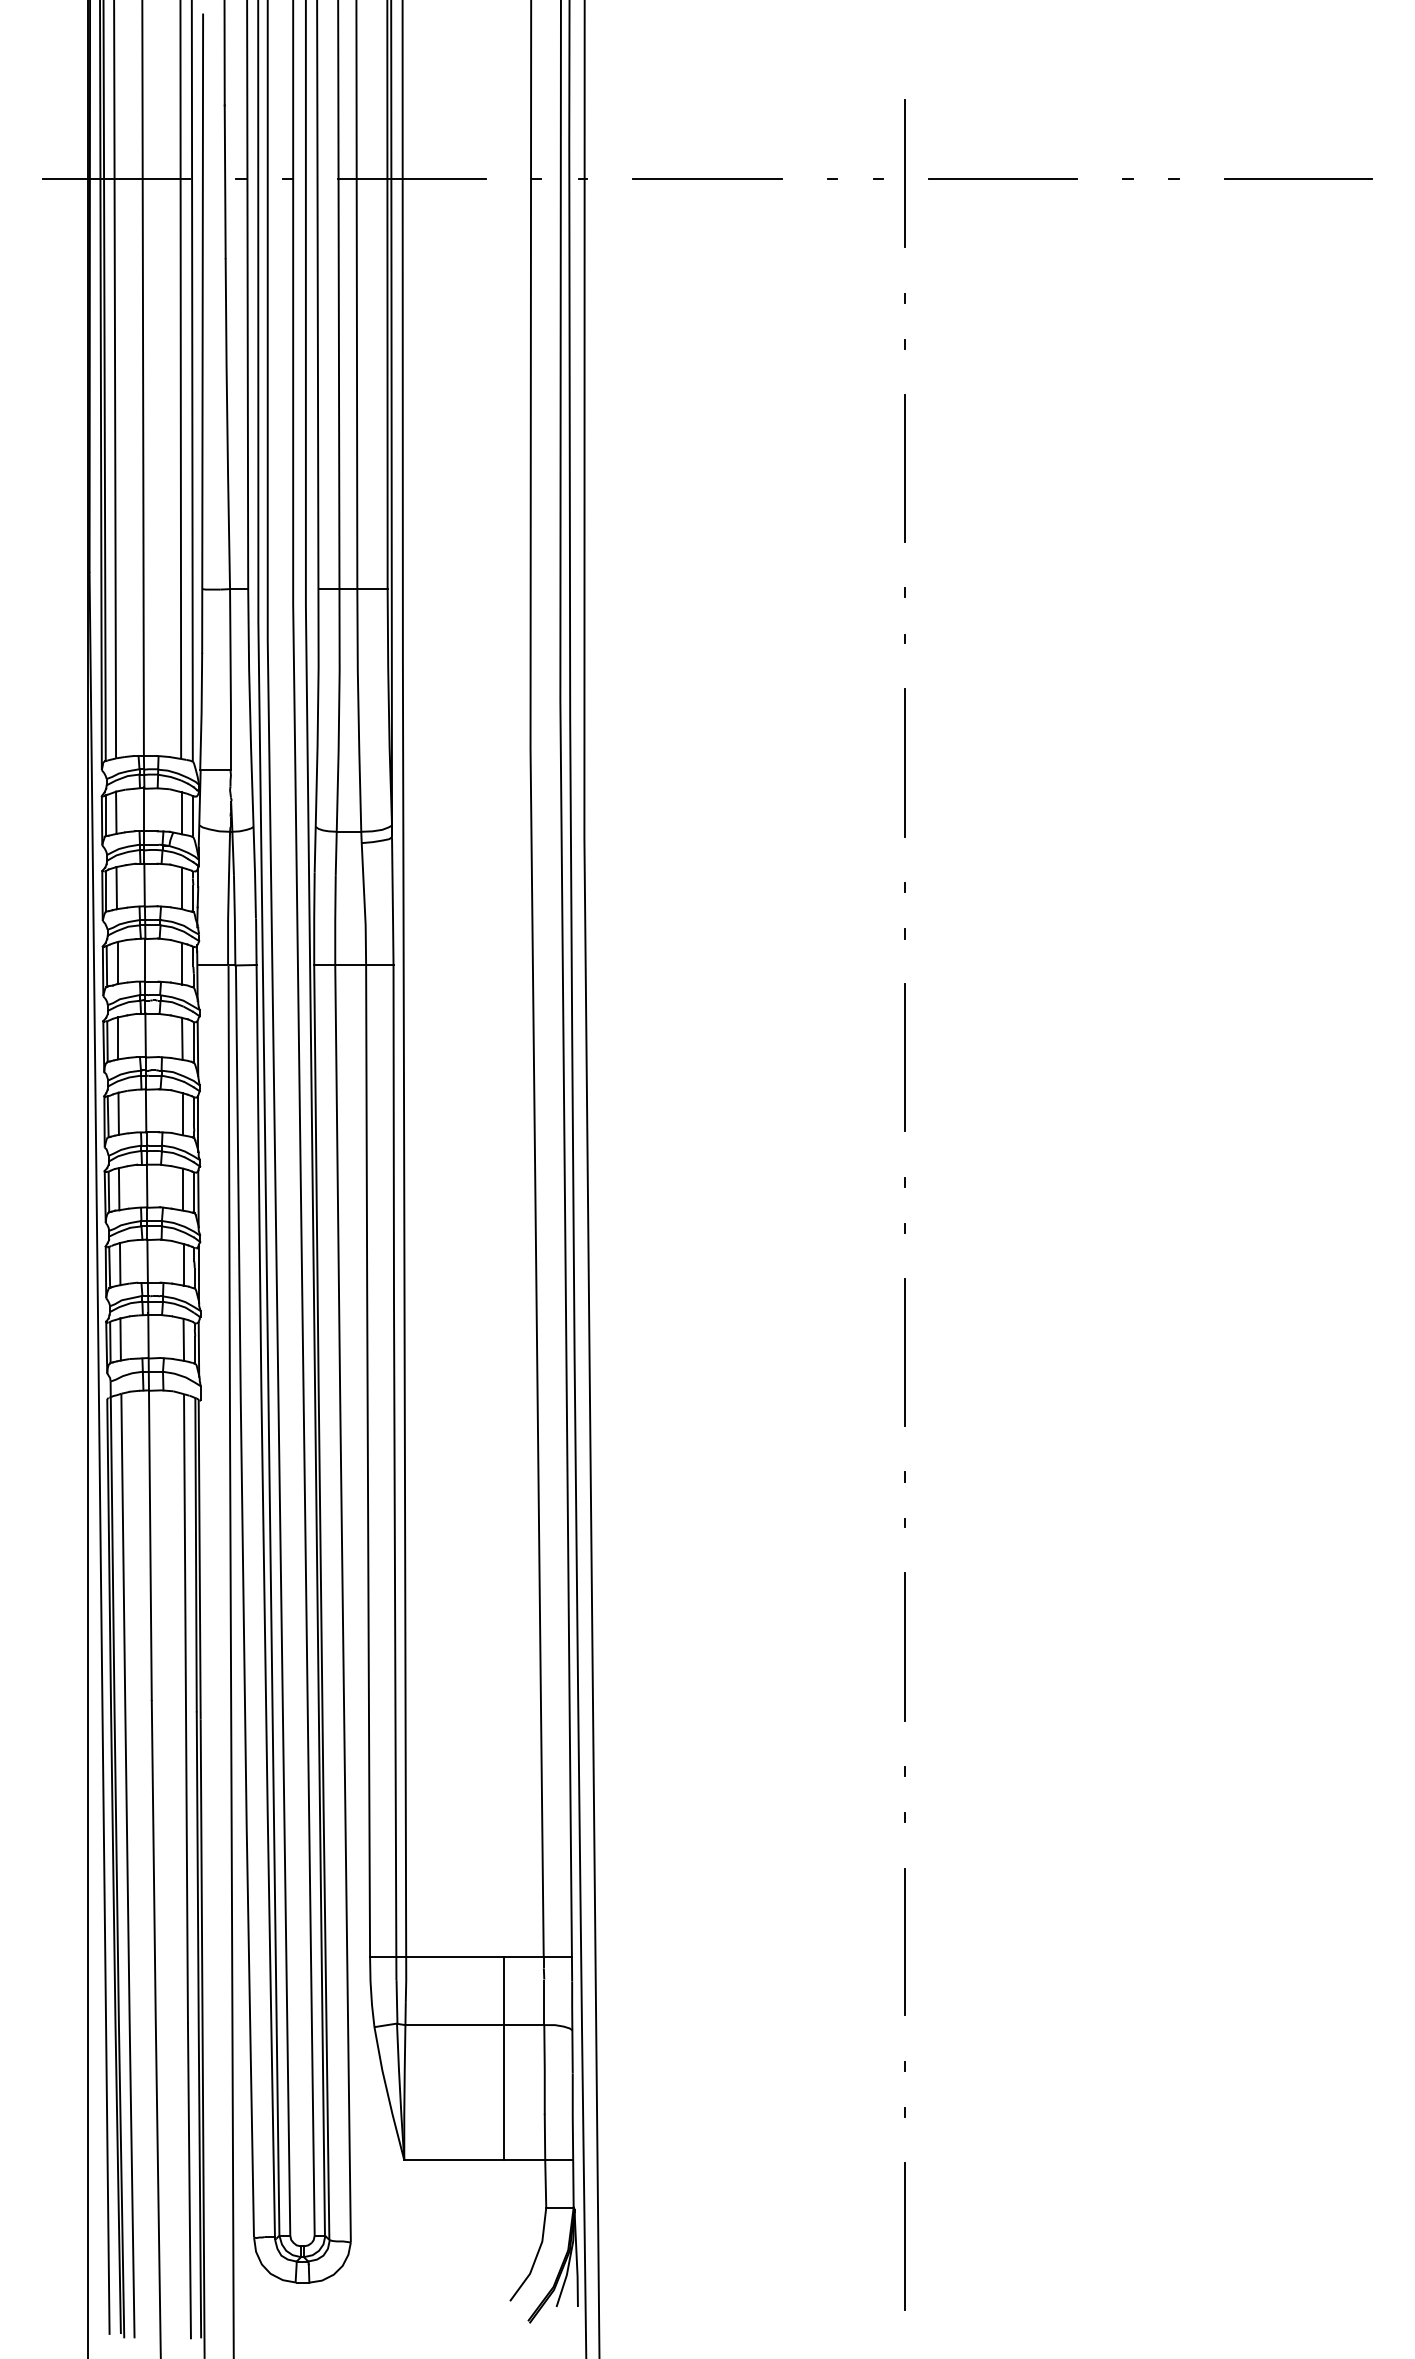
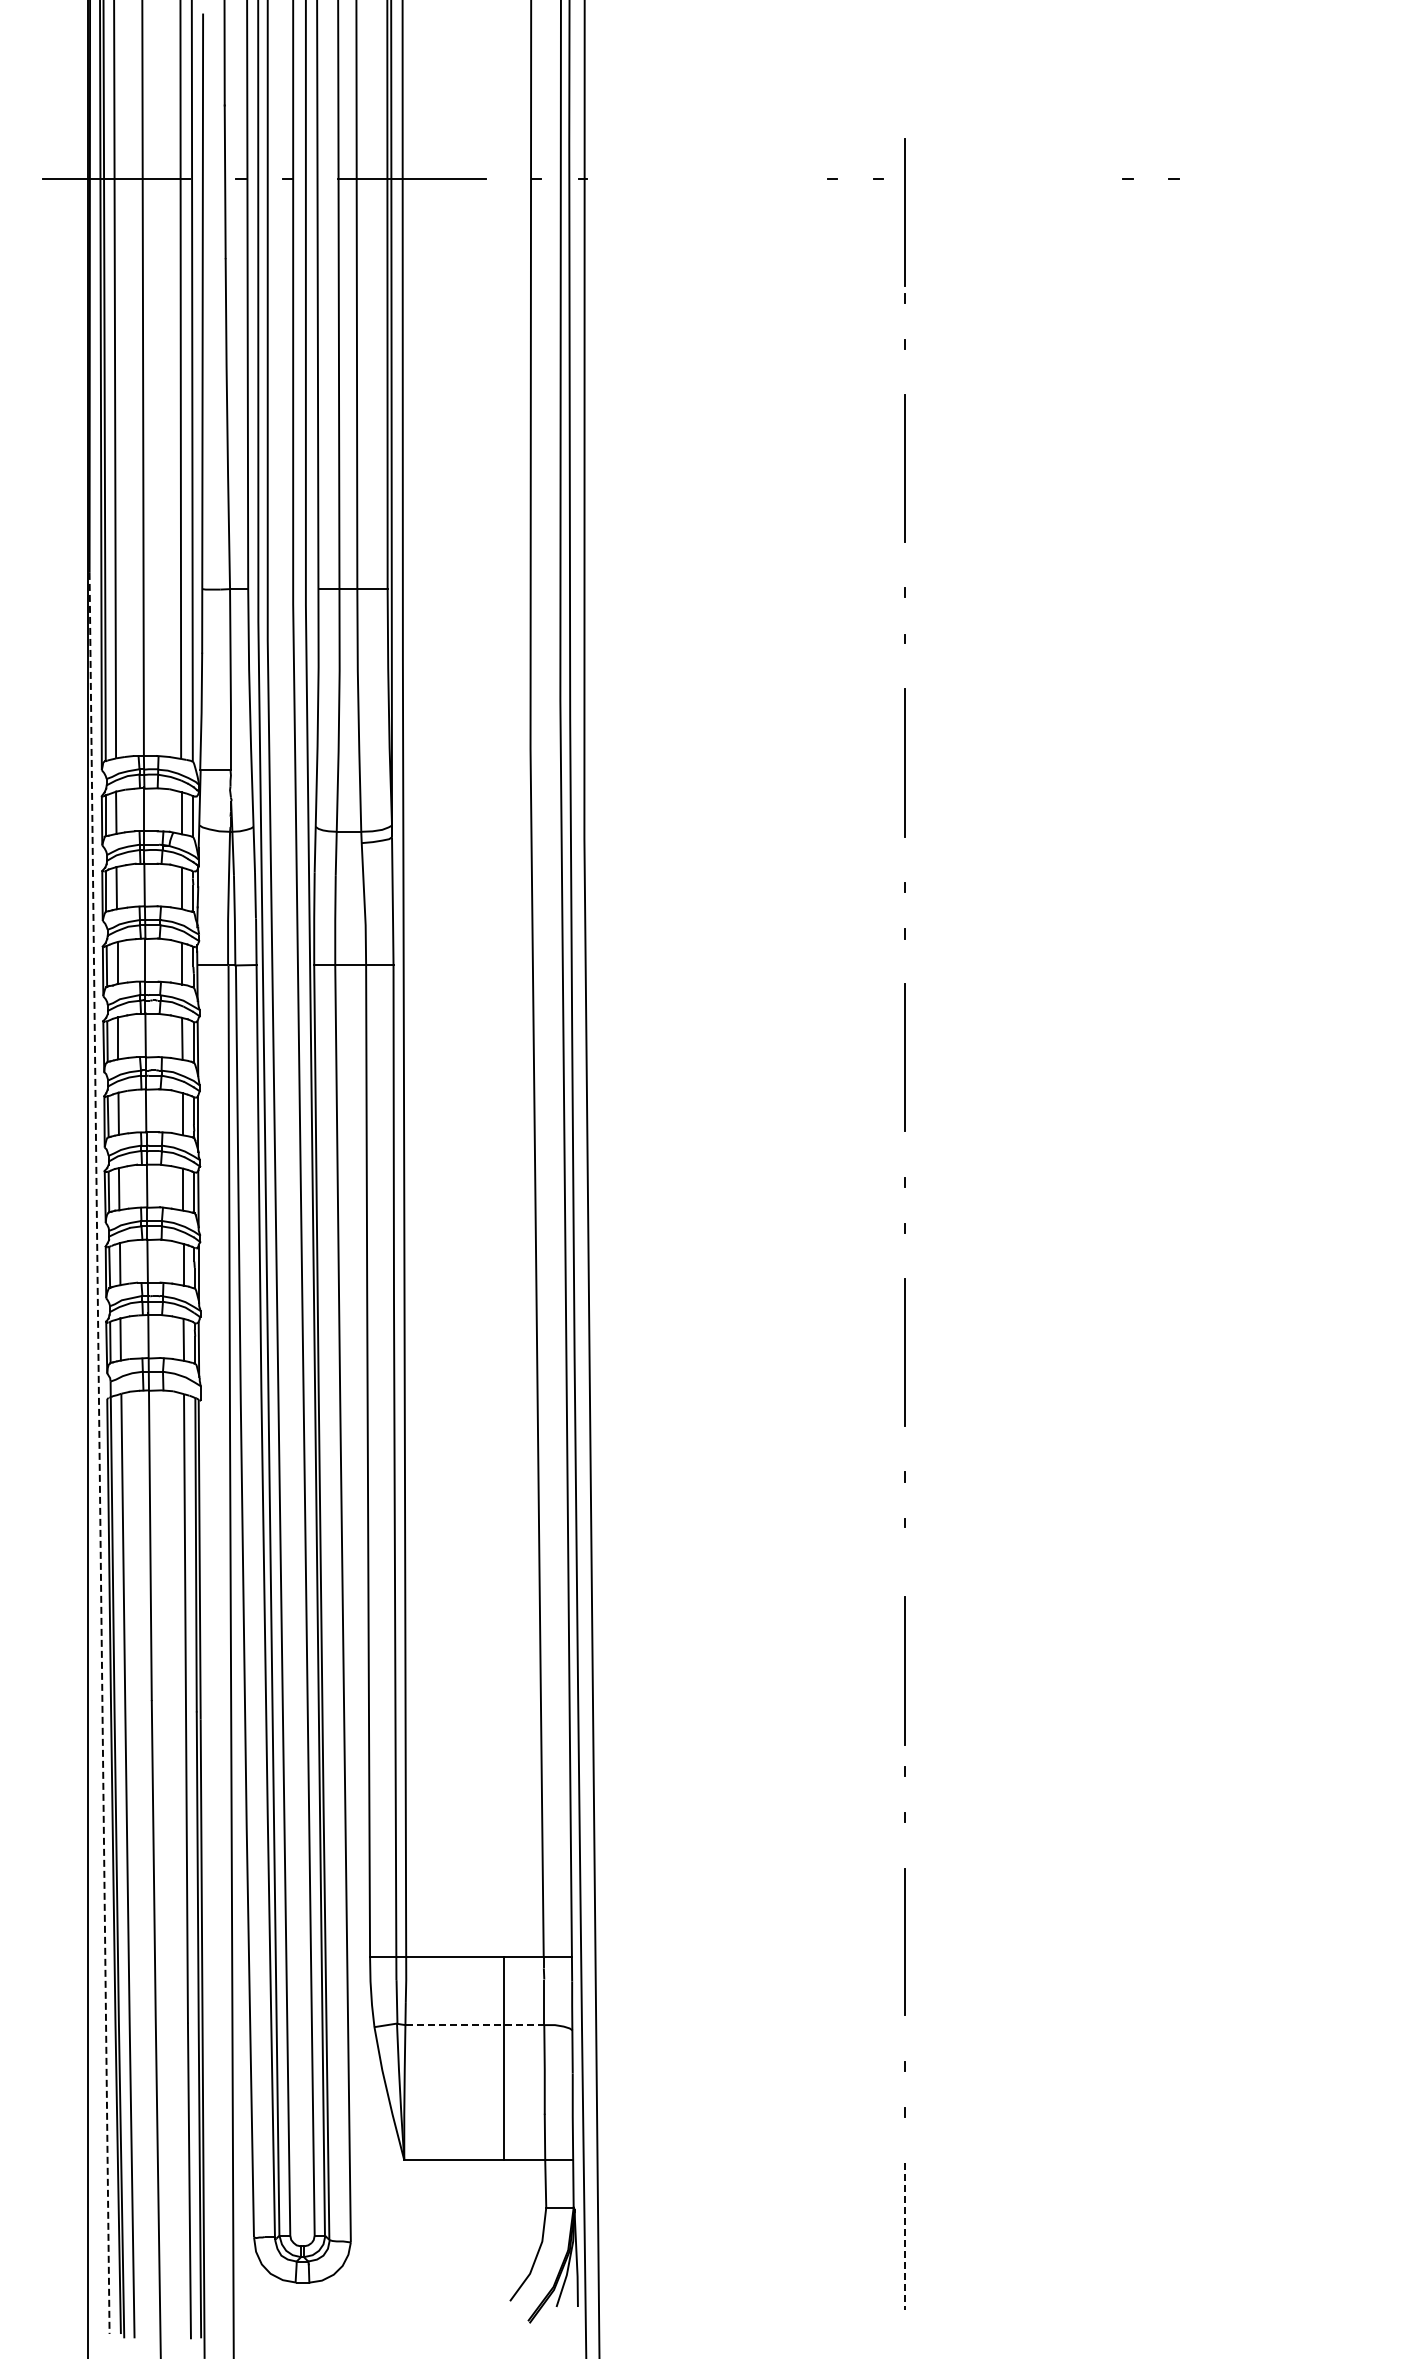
line at (904, 173) position: (904, 173) -> (904, 212)
line at (707, 179): present -> none
line at (1002, 179): present -> none
line at (1298, 179): present -> none
line at (99, 1453): solid -> dashed
line at (904, 1646) position: (904, 1646) -> (904, 1670)
line at (475, 2025): solid -> dashed
line at (905, 2236): solid -> dashed
